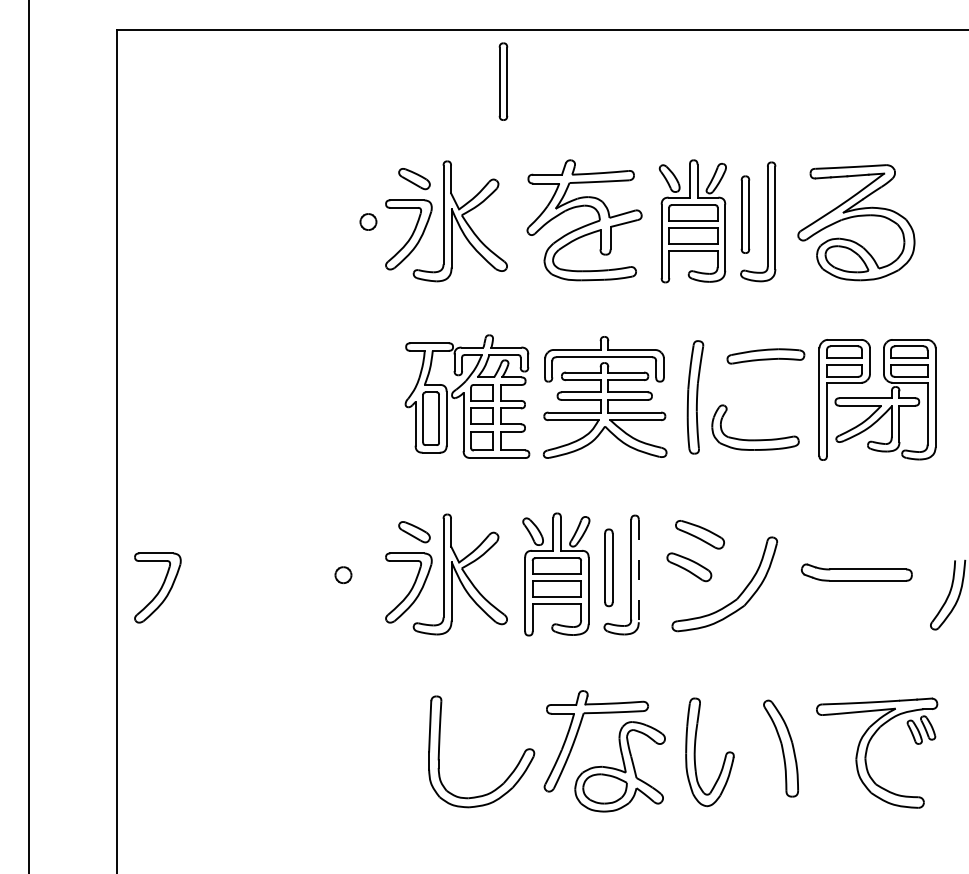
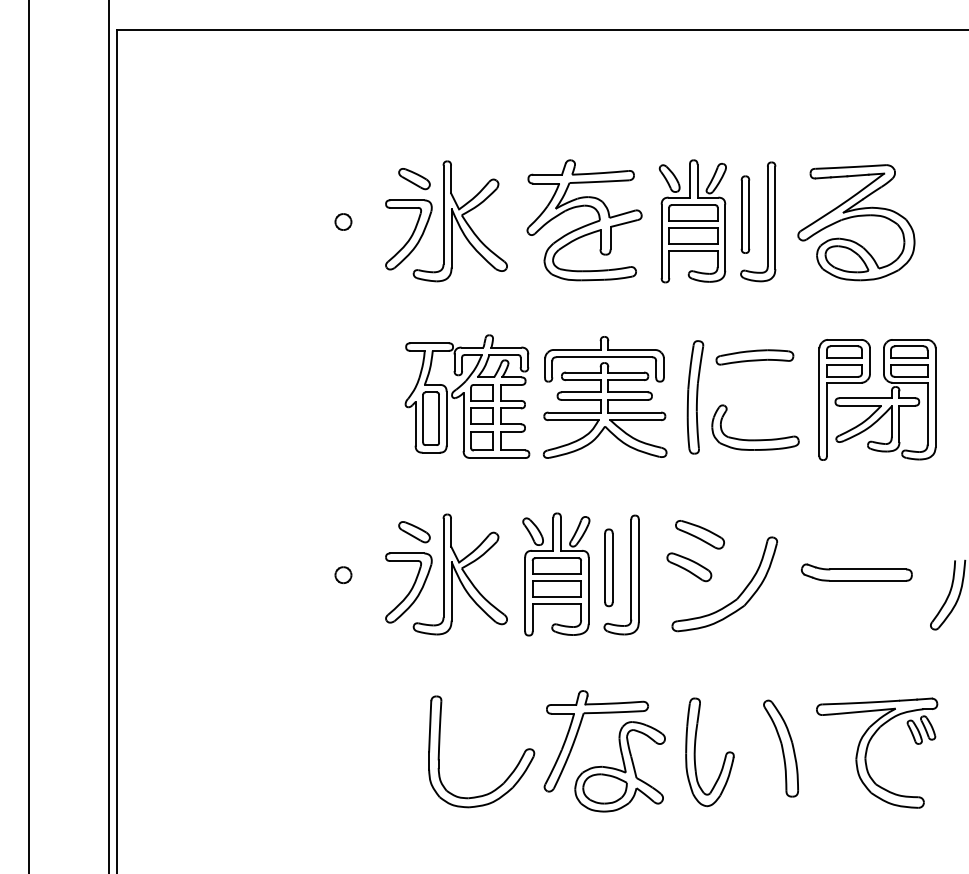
part at (503, 81): present -> none
part at (368, 221) position: (368, 221) -> (343, 221)
part at (765, 356) position: (765, 356) -> (754, 357)
line at (109, 436): none -> present
line at (638, 571): dashed -> solid
part at (157, 587): present -> none
